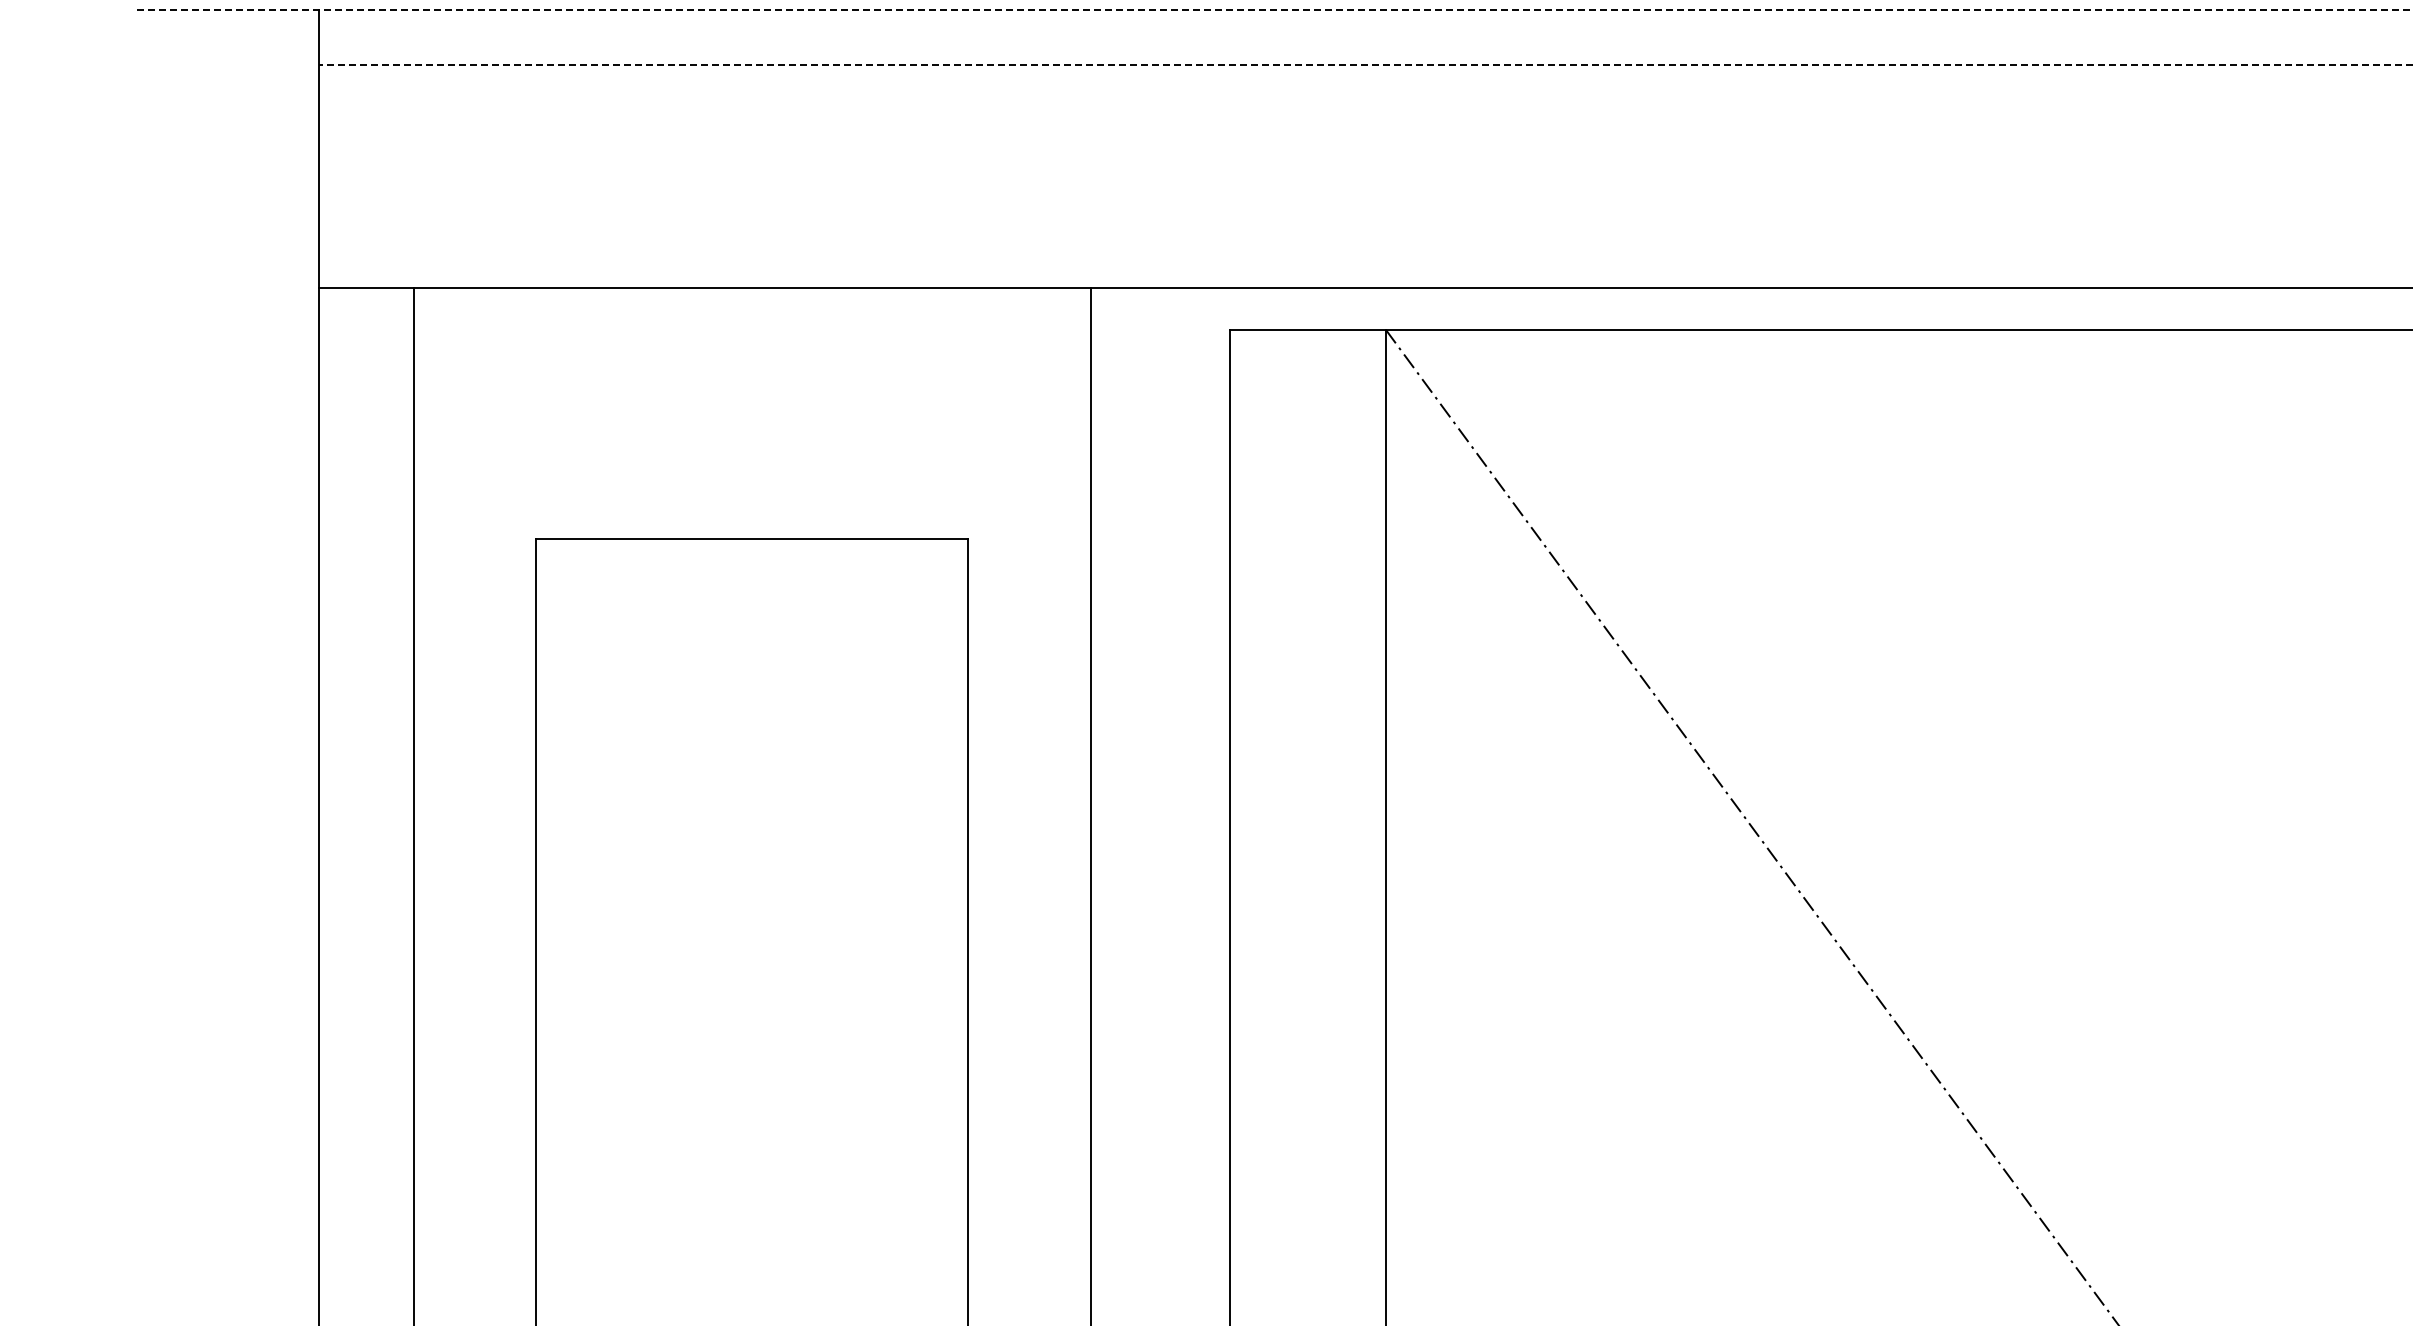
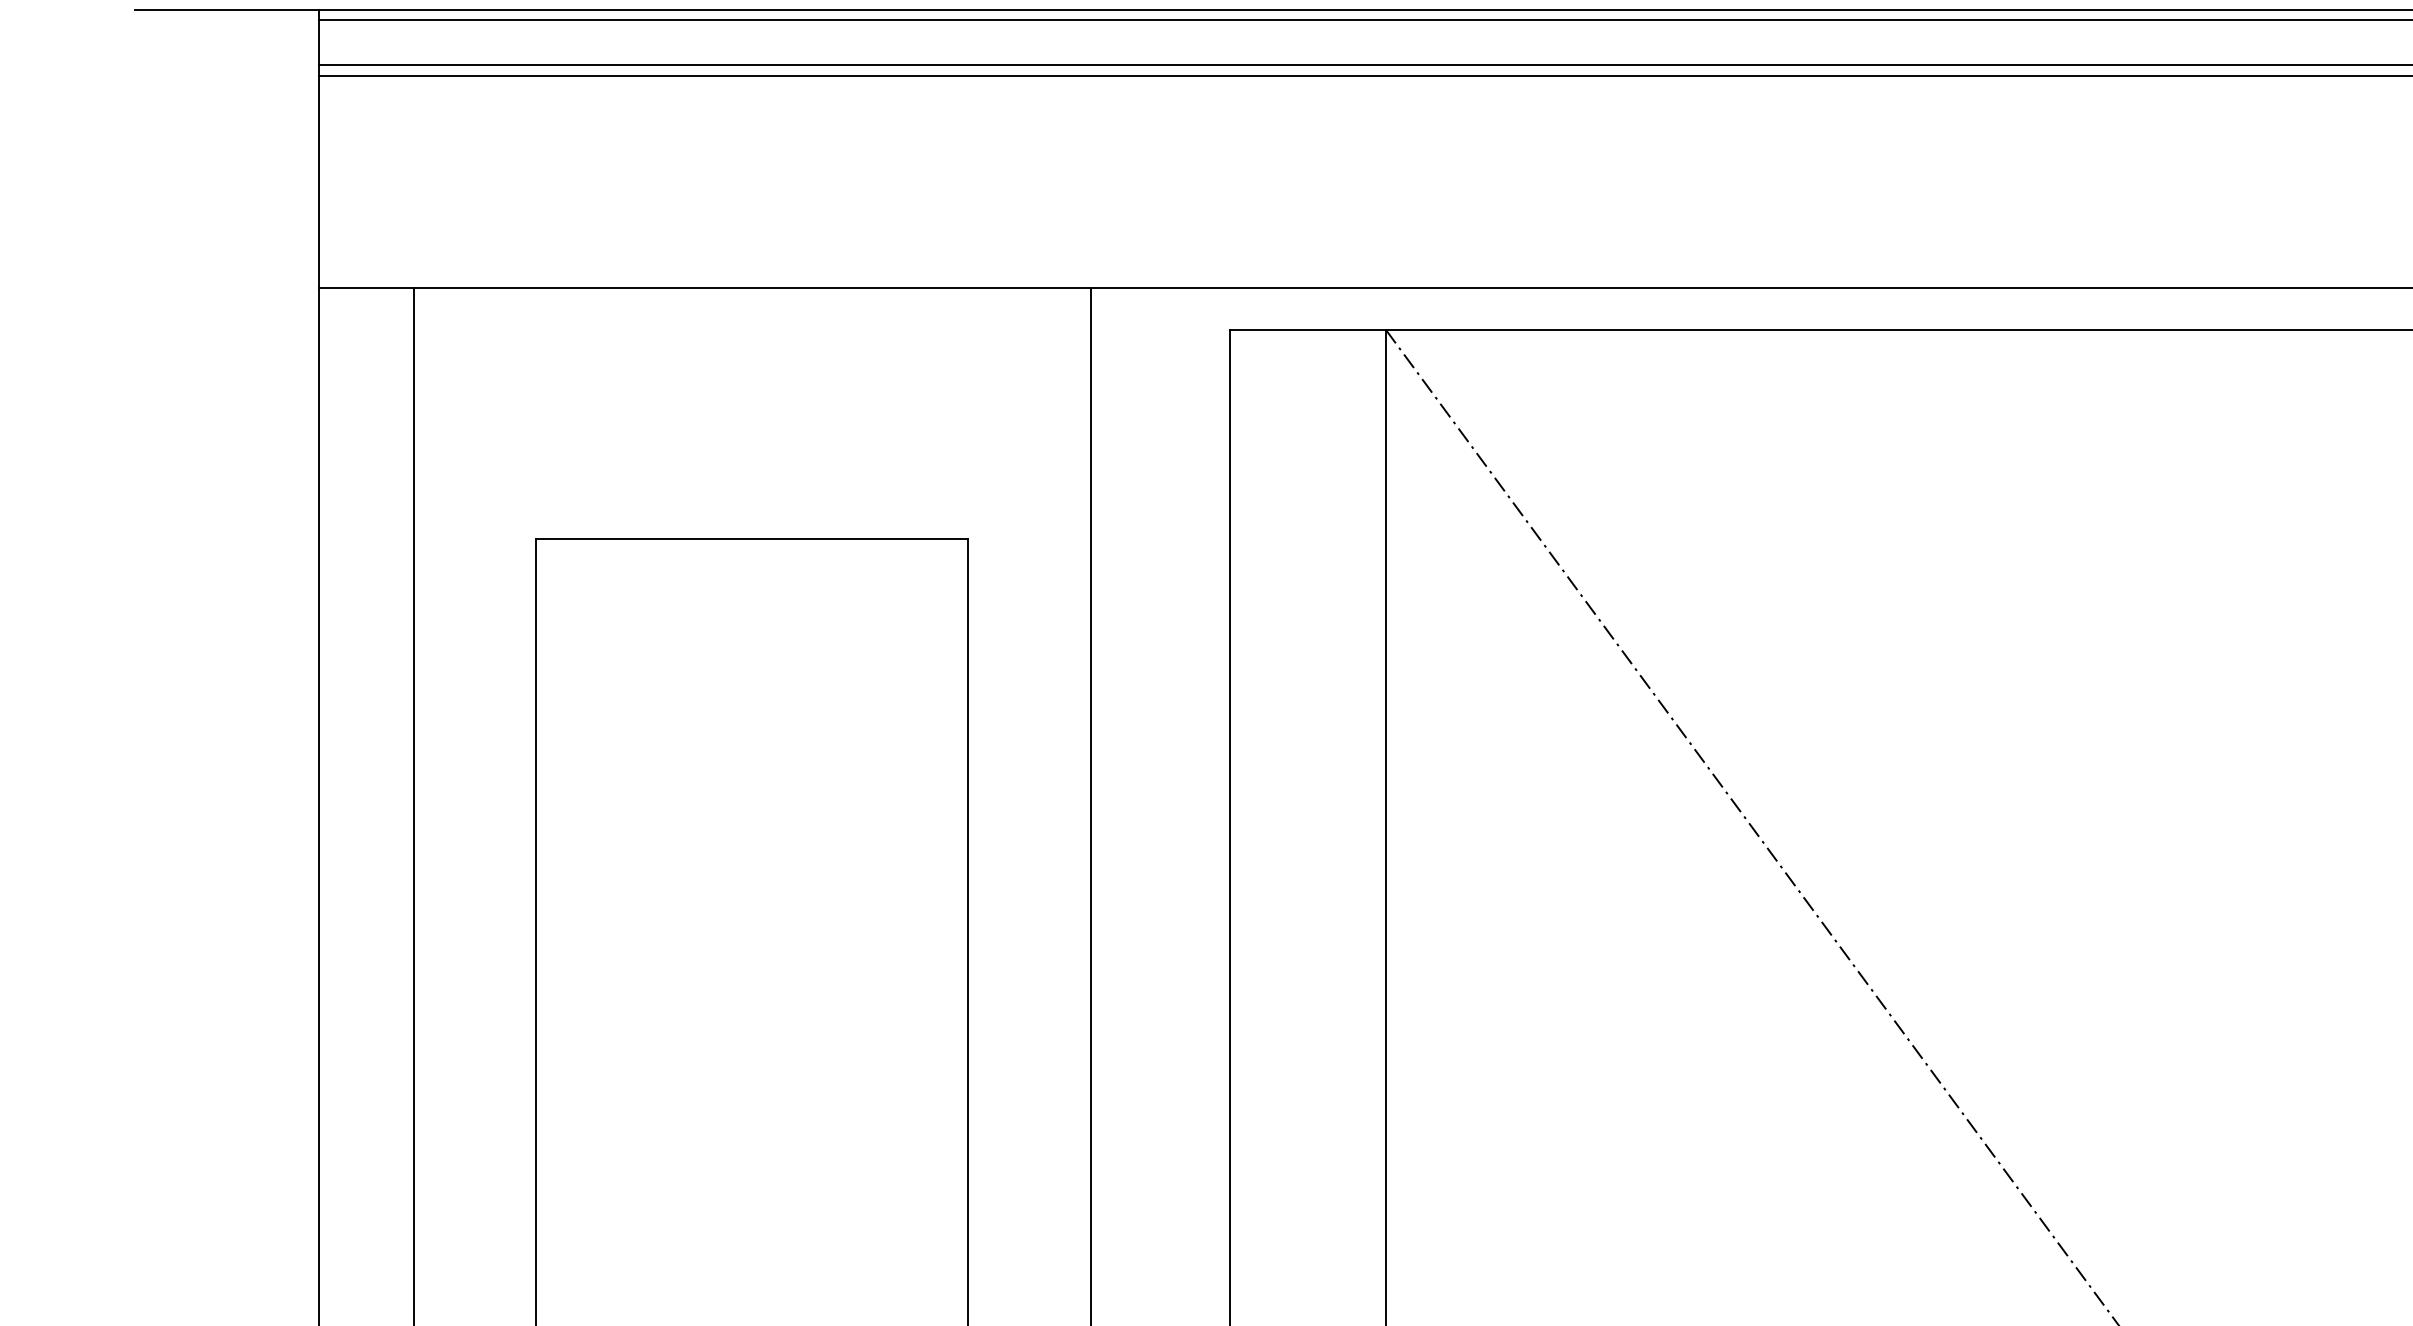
line at (1274, 9): dashed -> solid
line at (1364, 19): none -> present
line at (1365, 65): dashed -> solid
line at (1364, 76): none -> present
